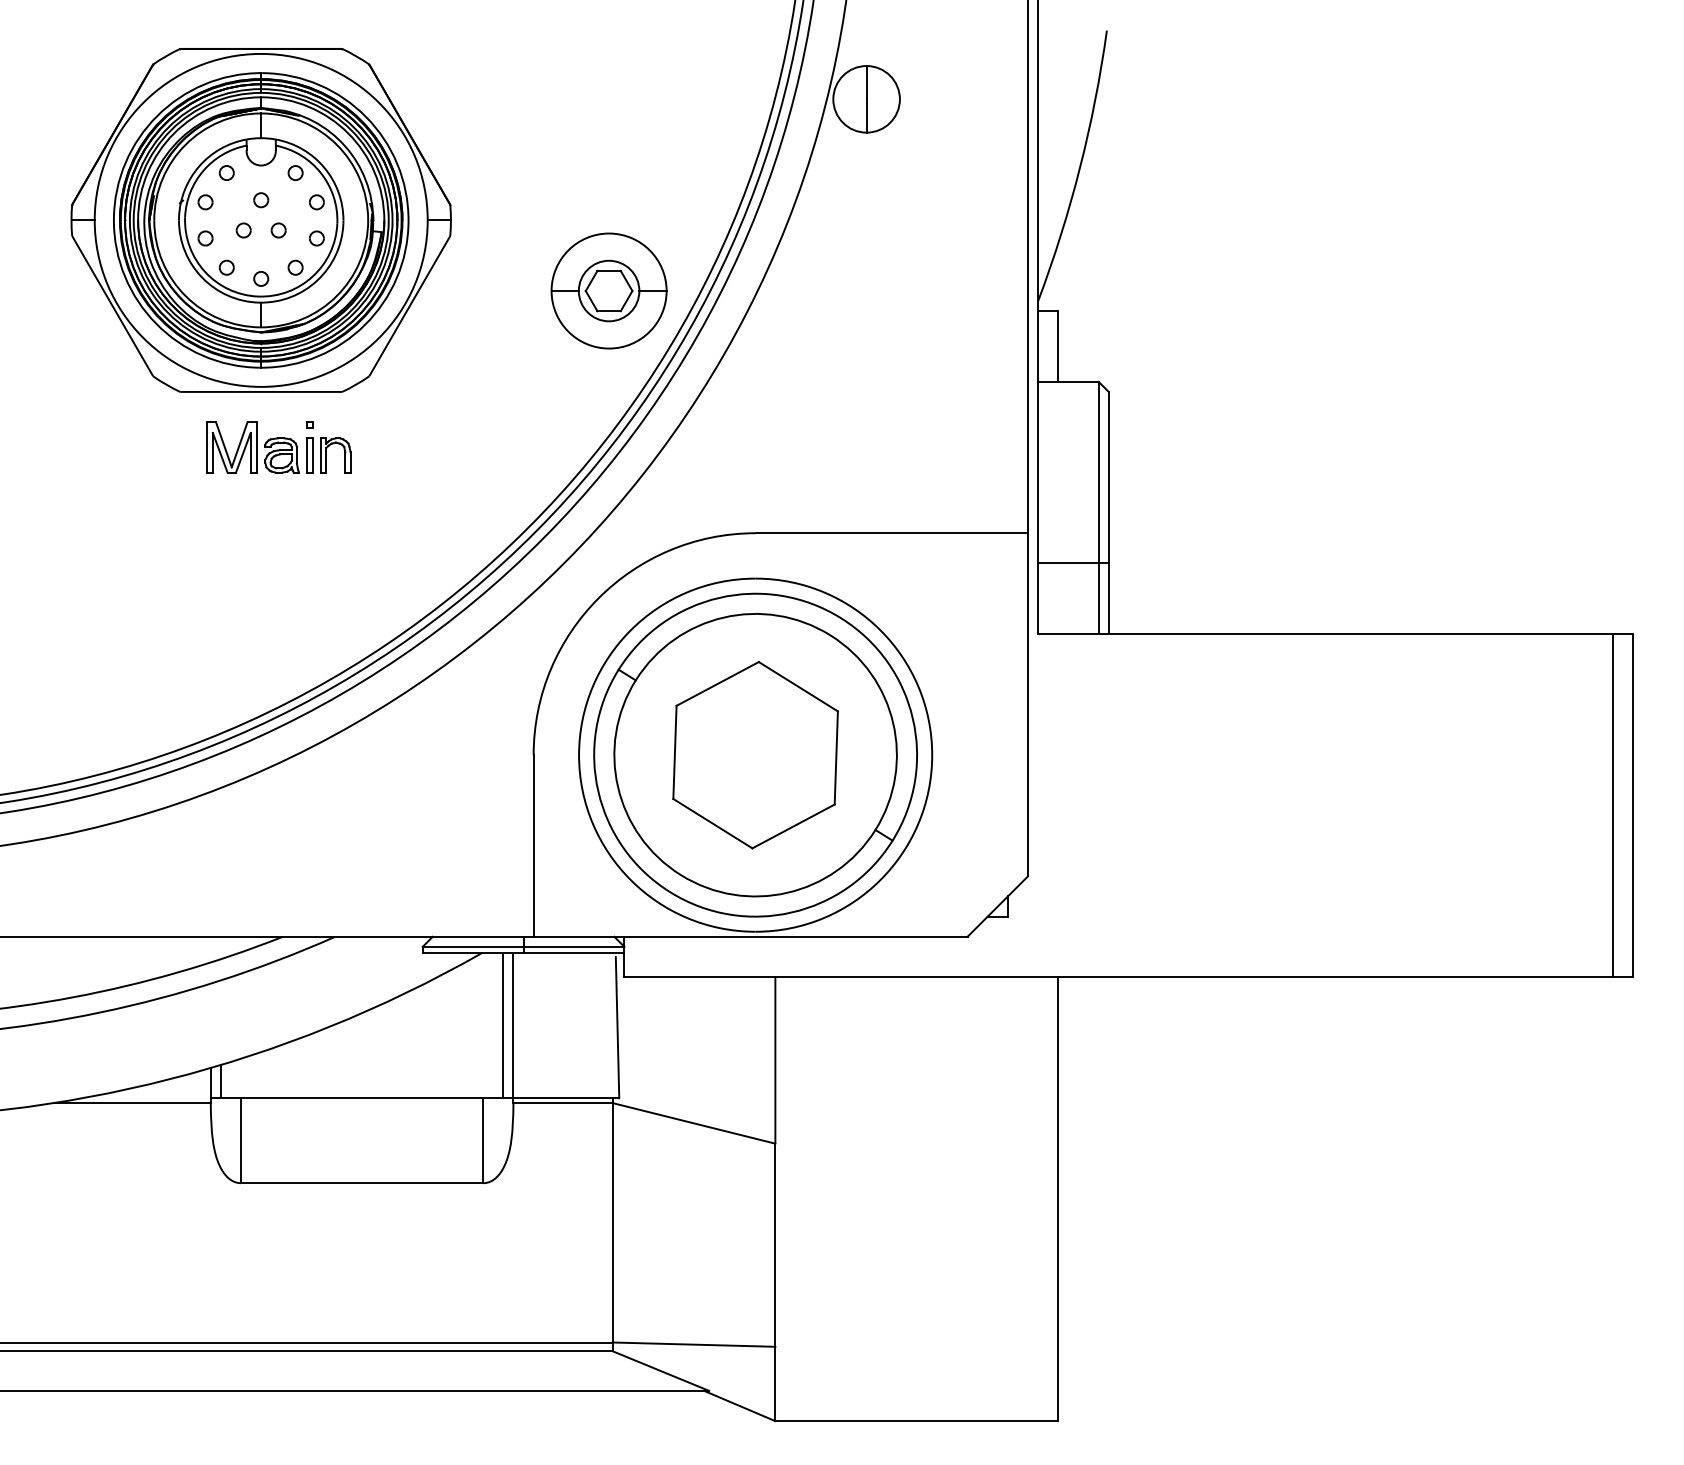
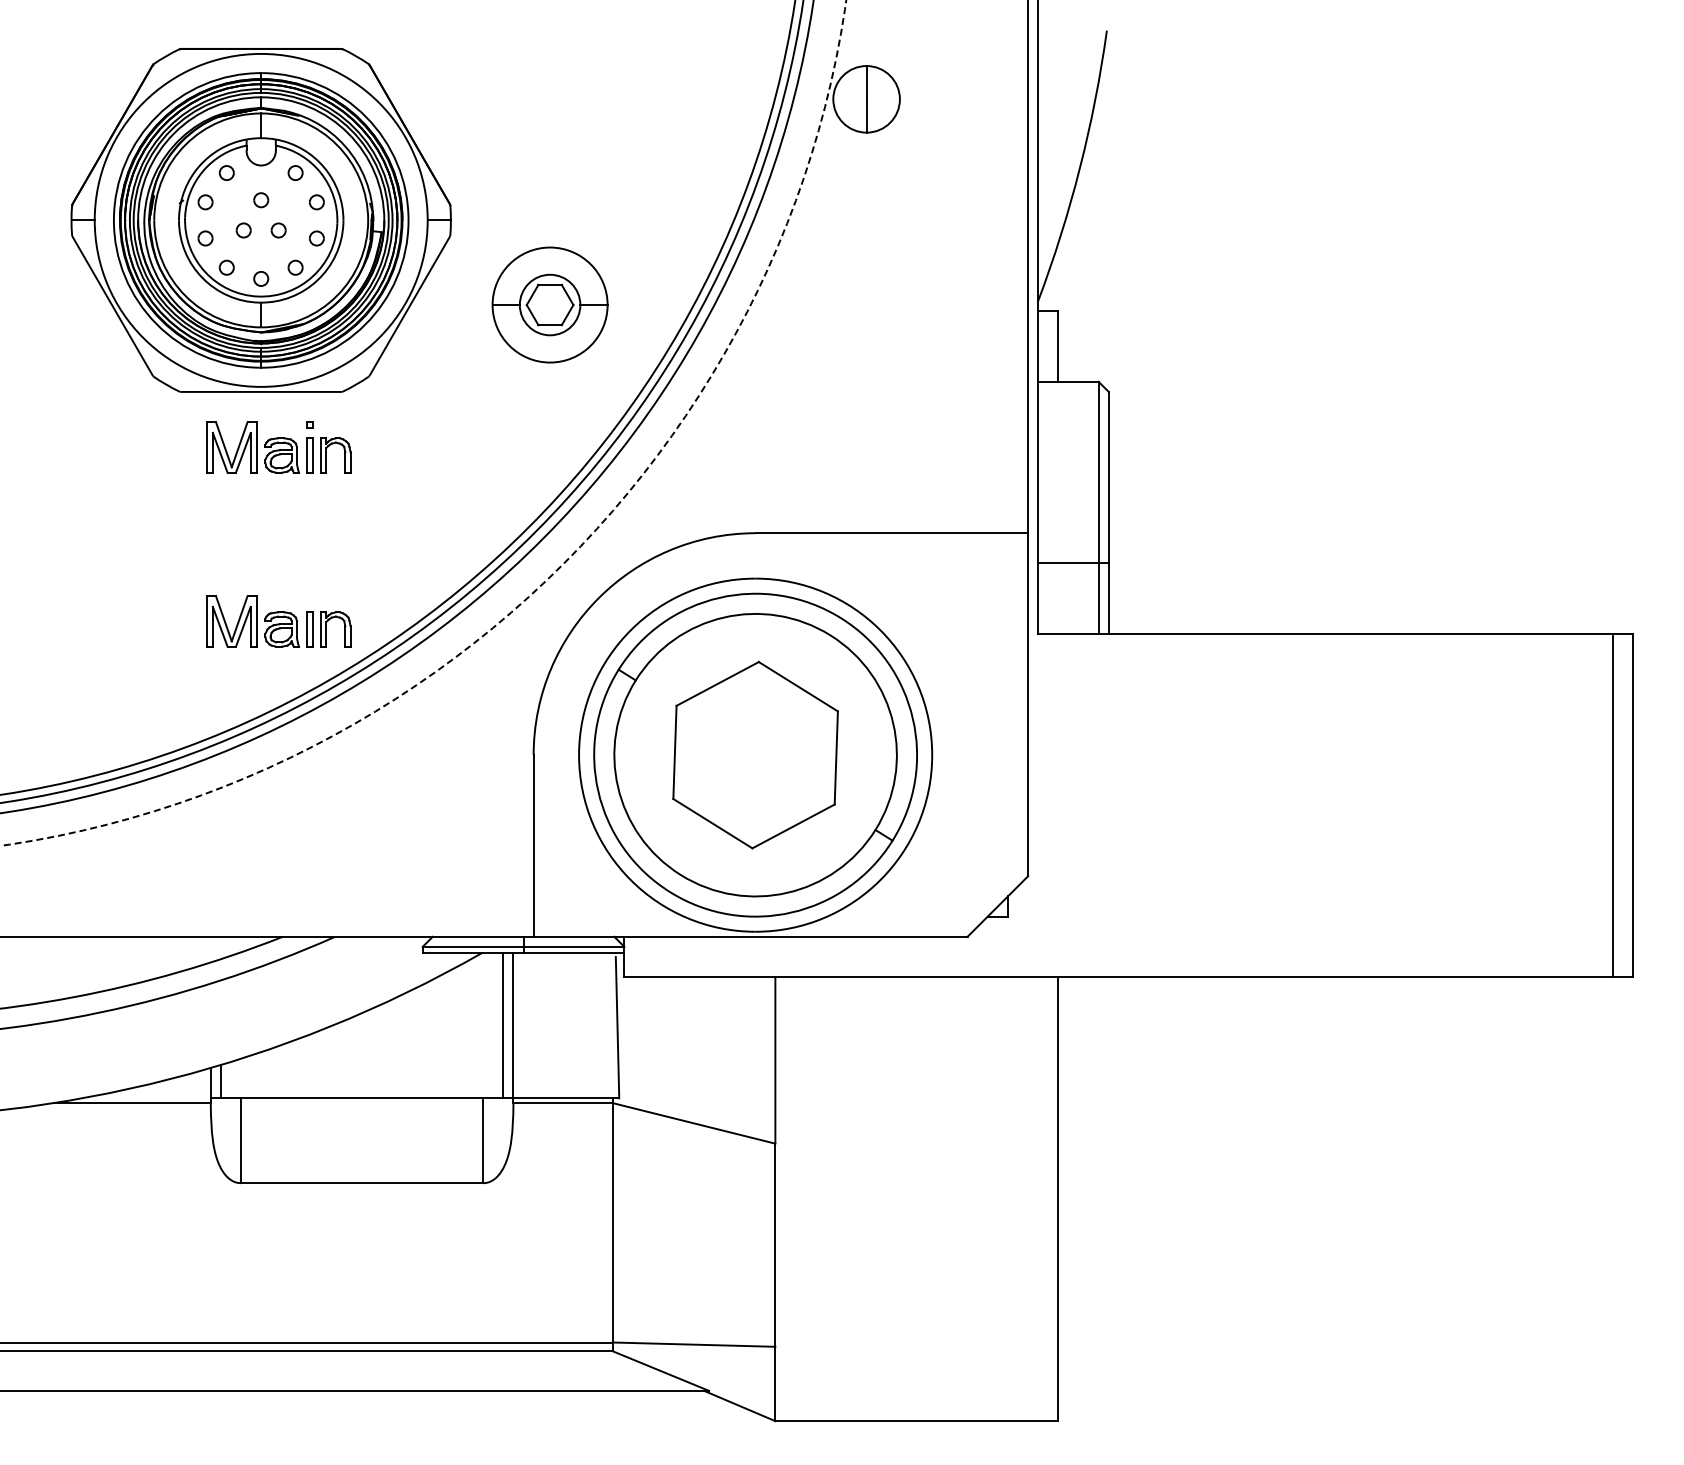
part at (608, 290) position: (608, 290) -> (549, 304)
arc at (563, 563): solid -> dashed
part at (278, 621): none -> present
